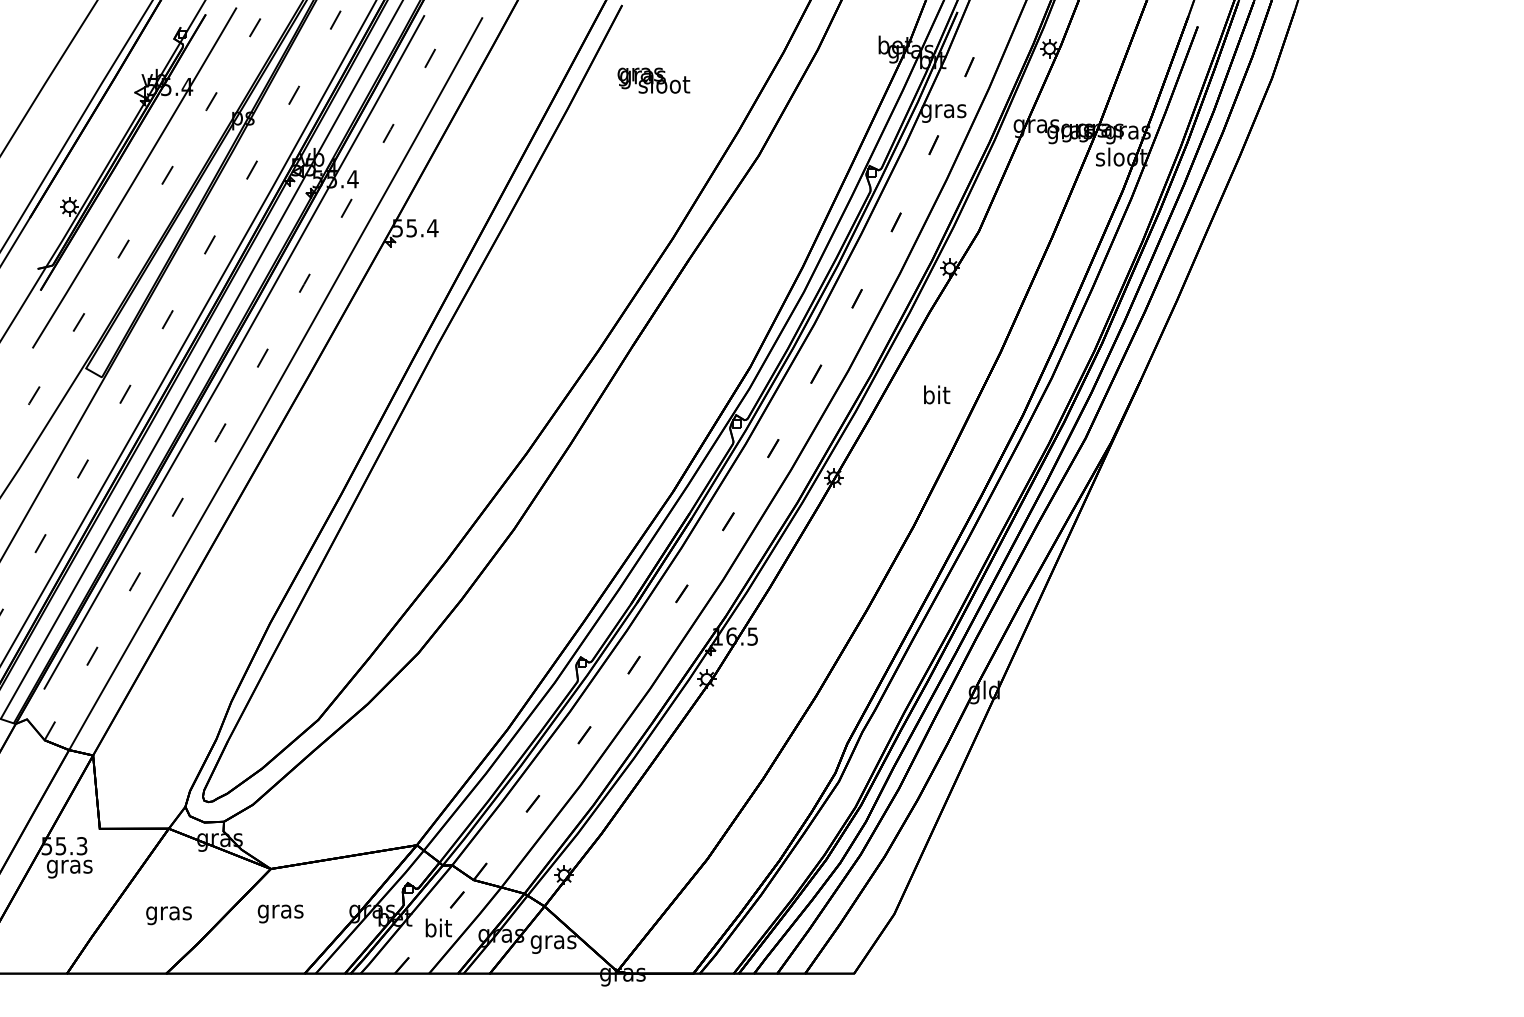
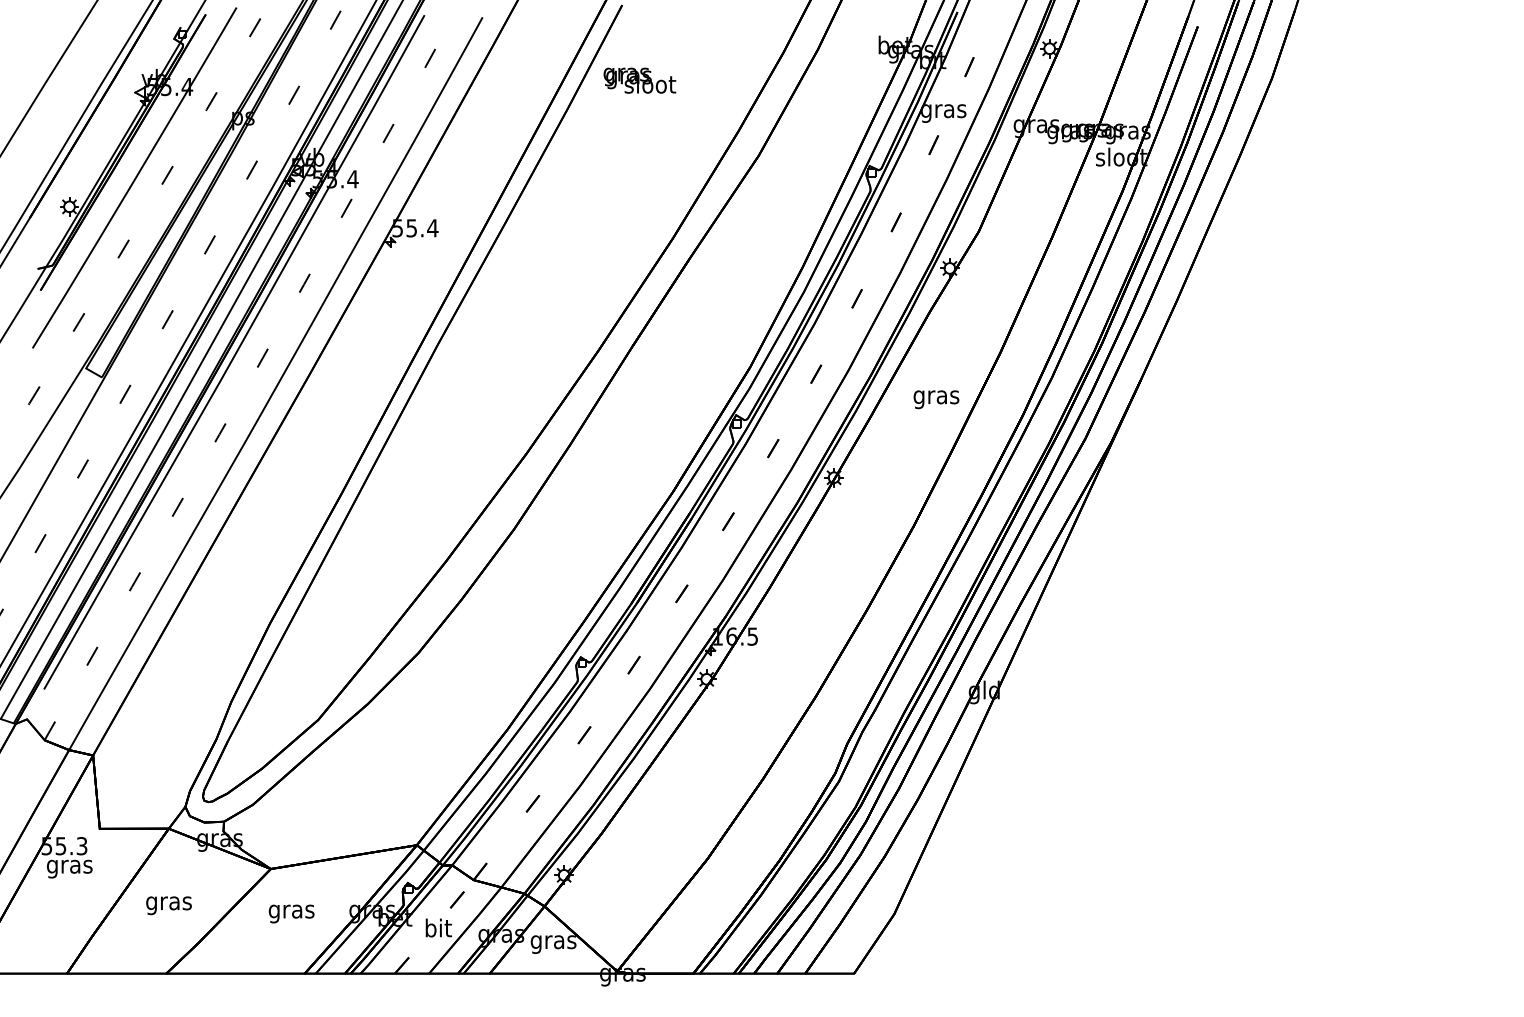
text at (653, 80) position: (653, 80) -> (639, 80)
text at (936, 397): bit -> gras
text at (280, 913) position: (280, 913) -> (291, 913)
text at (168, 915) position: (168, 915) -> (168, 905)
